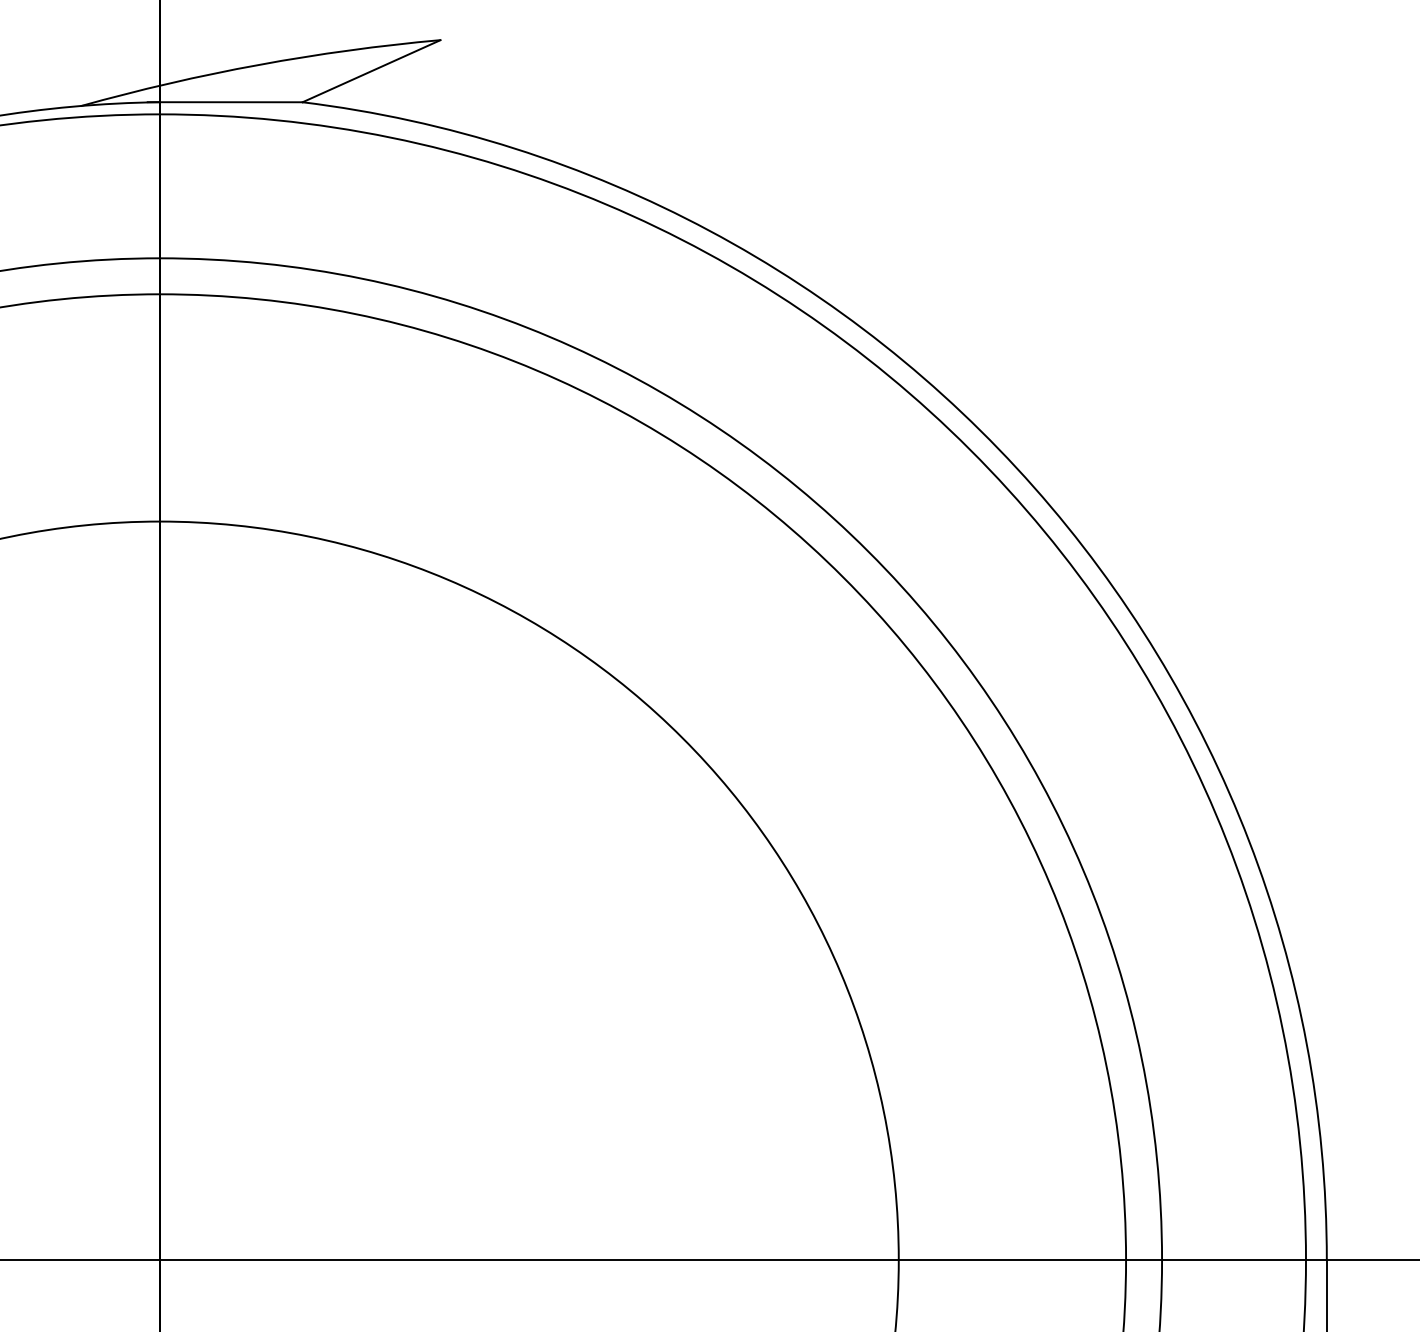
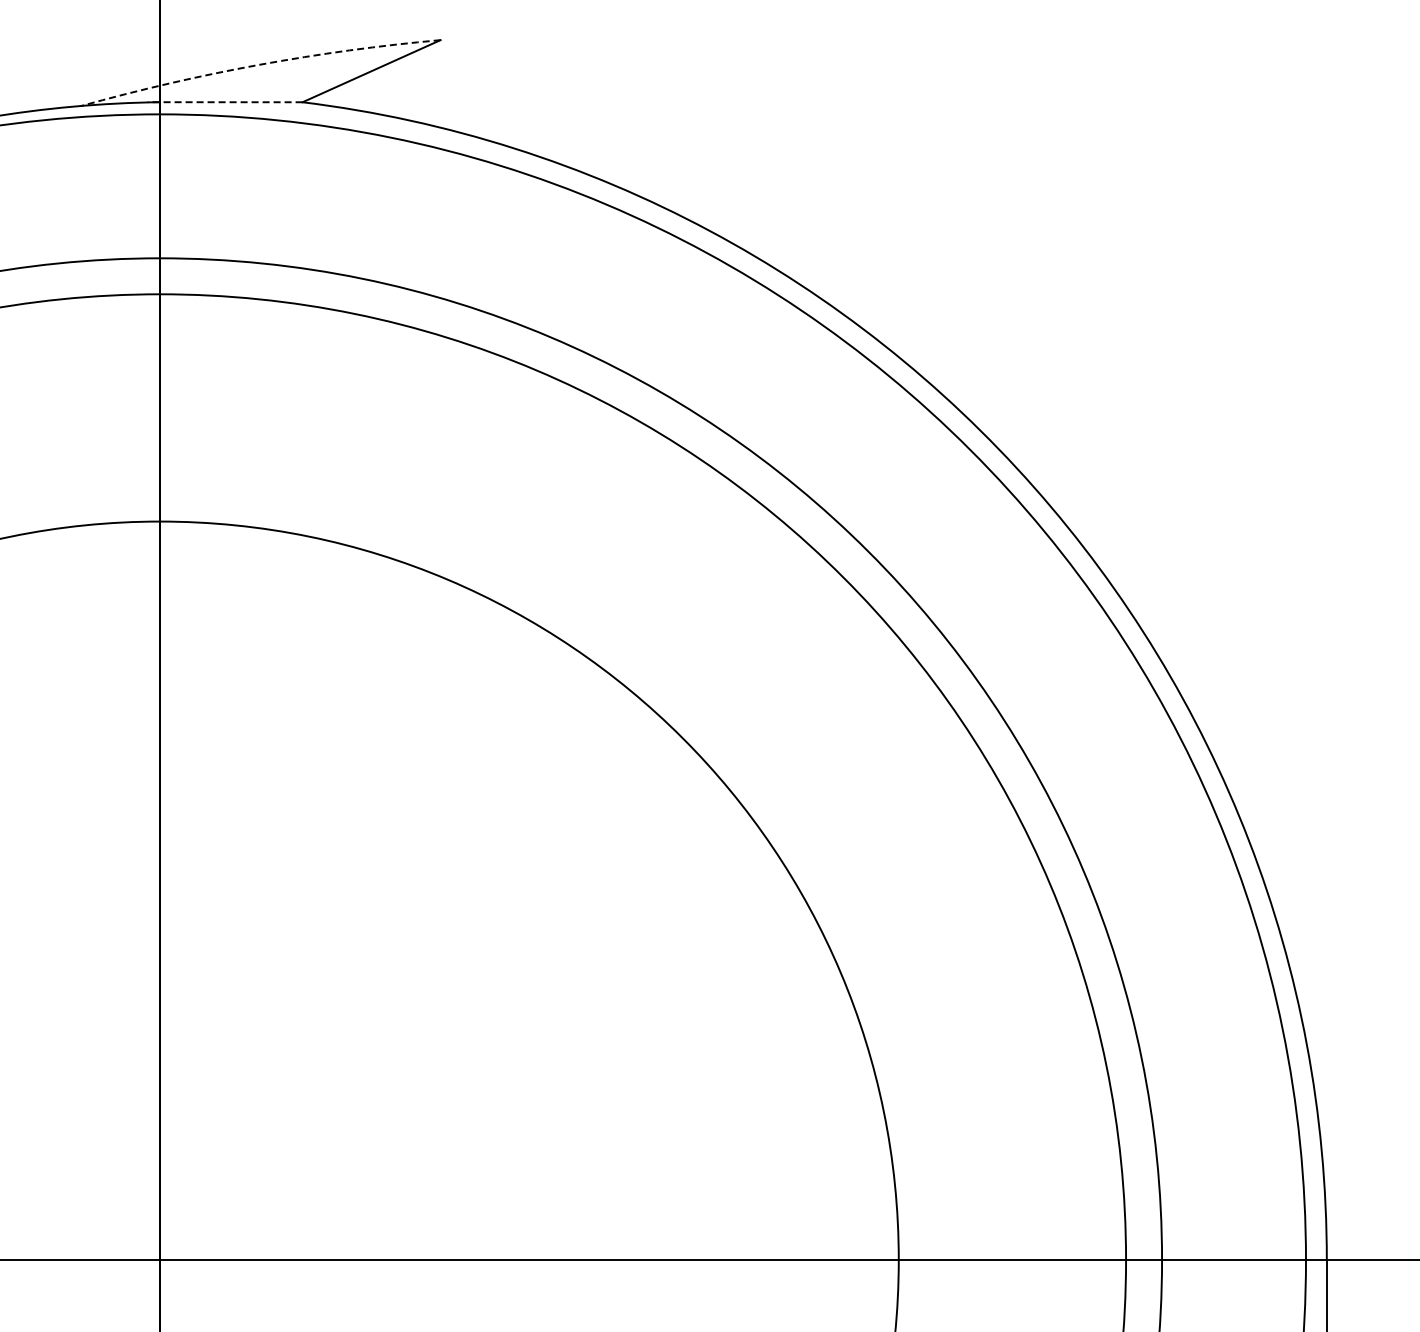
arc at (259, 64): solid -> dashed
line at (224, 102): solid -> dashed
